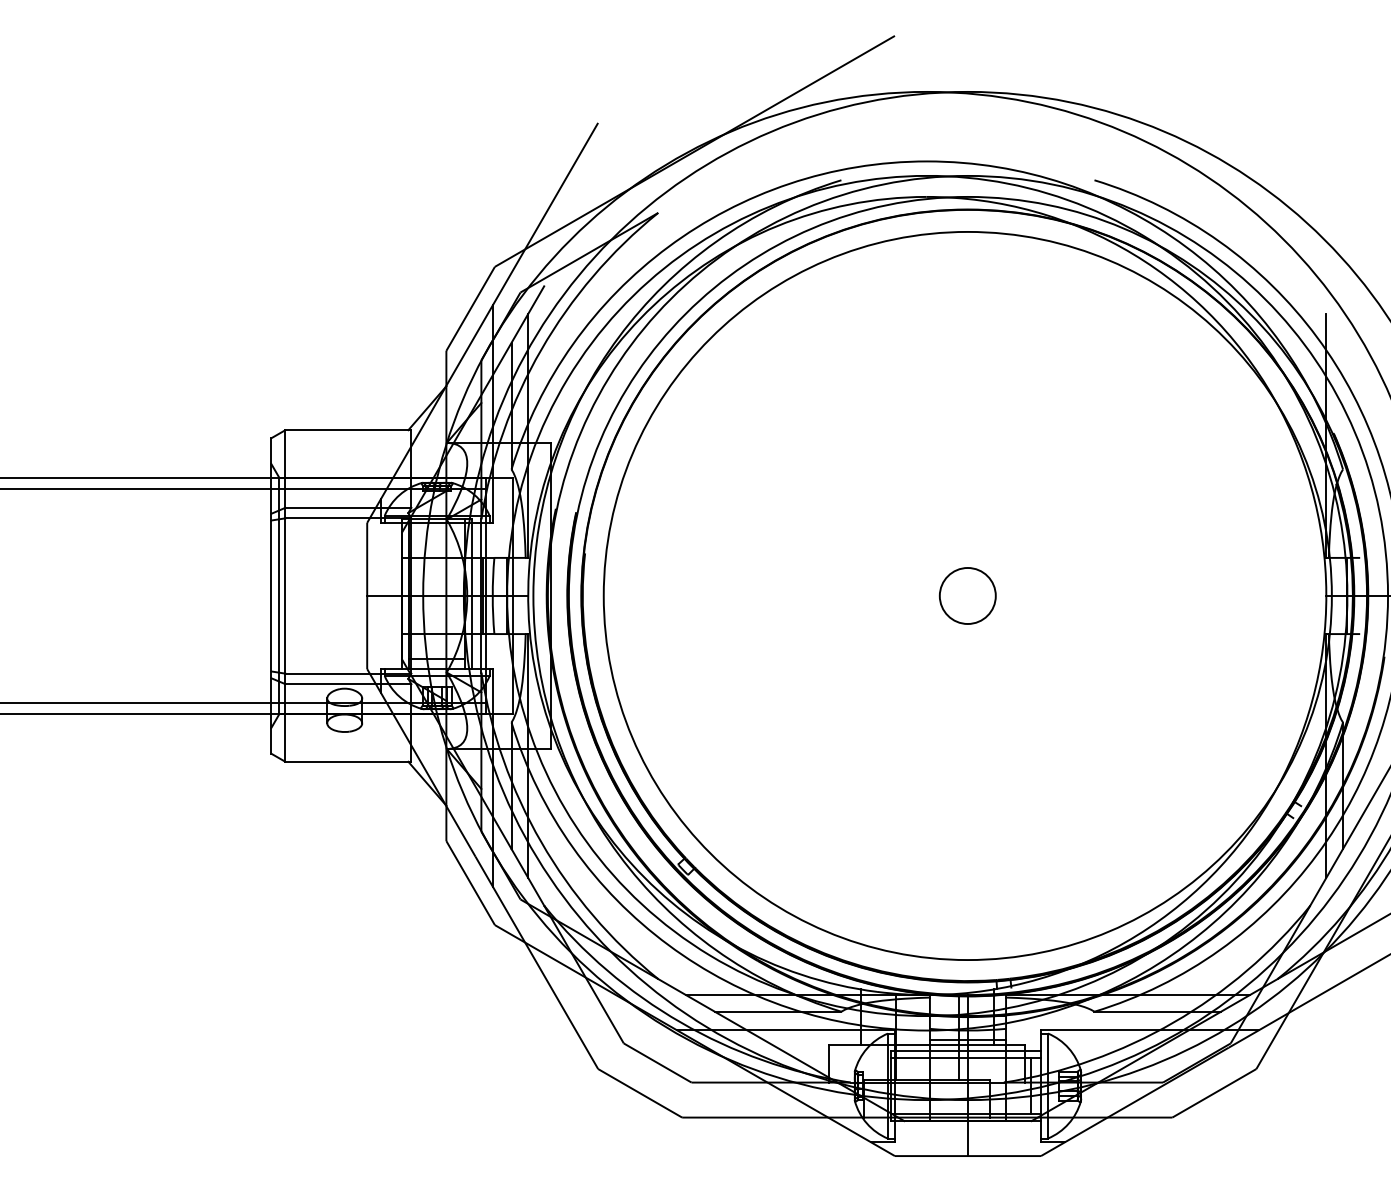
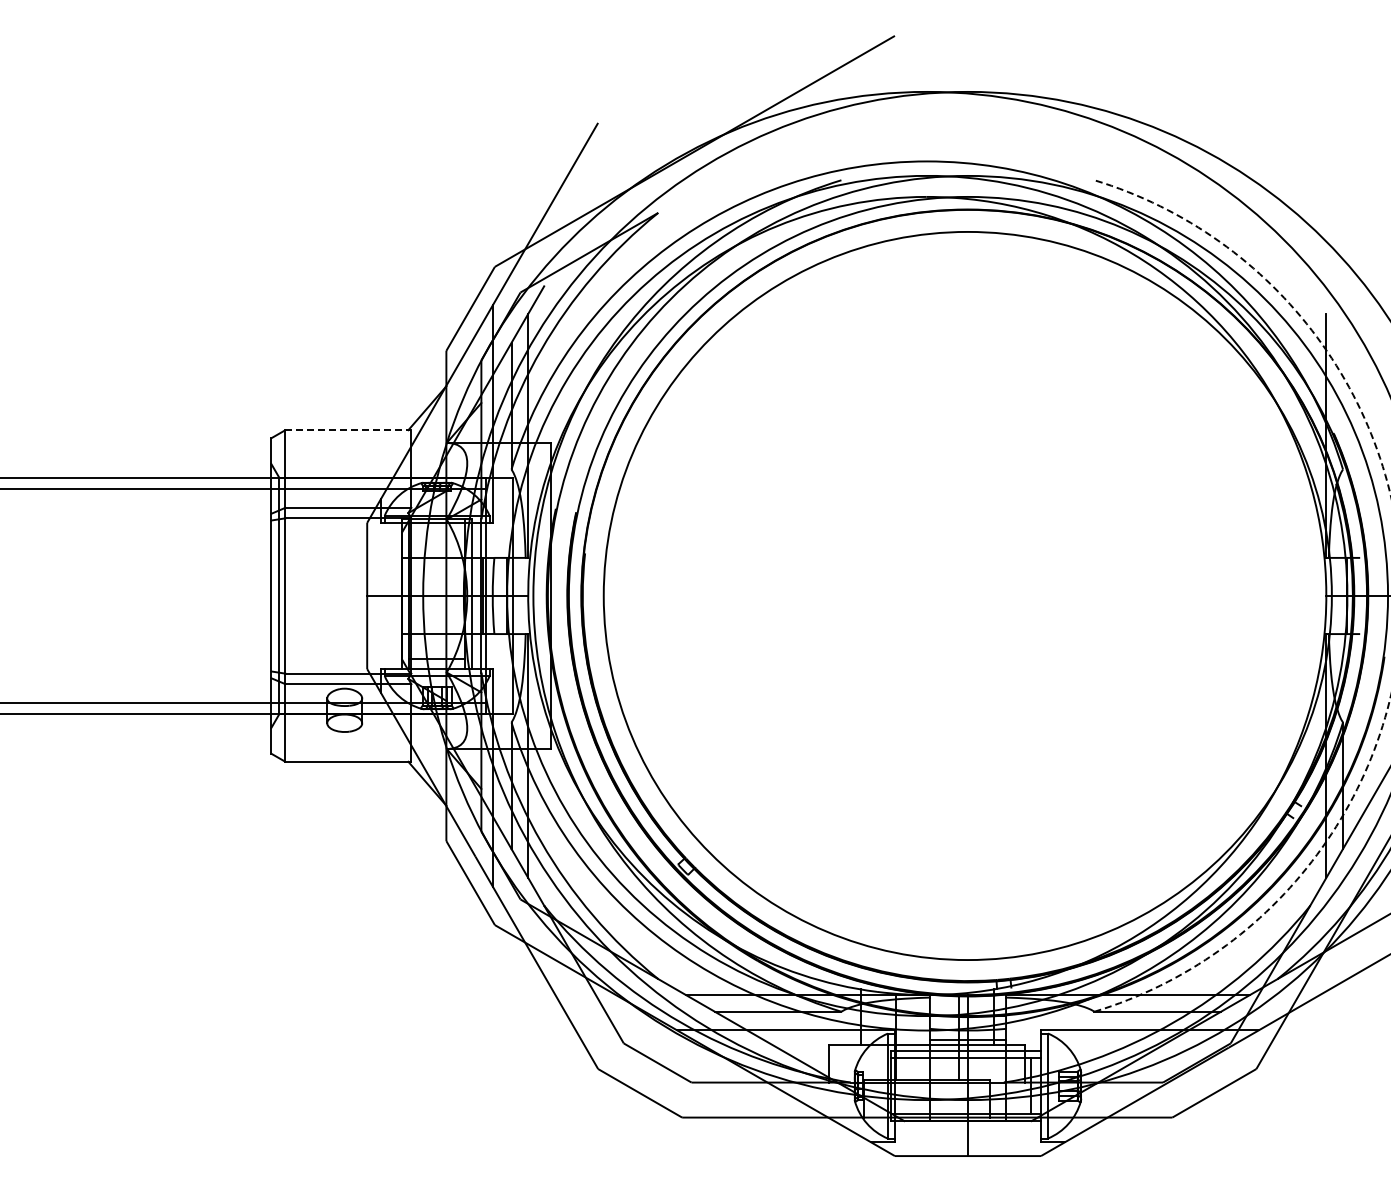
line at (348, 430): solid -> dashed
arc at (1390, 496): solid -> dashed
circle at (967, 595): present -> none
